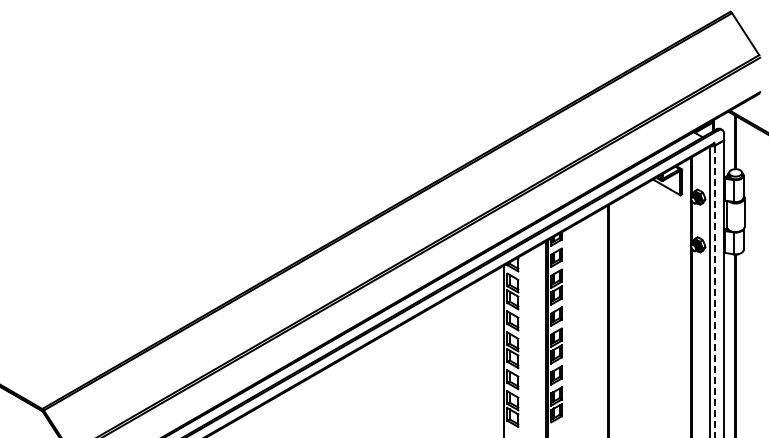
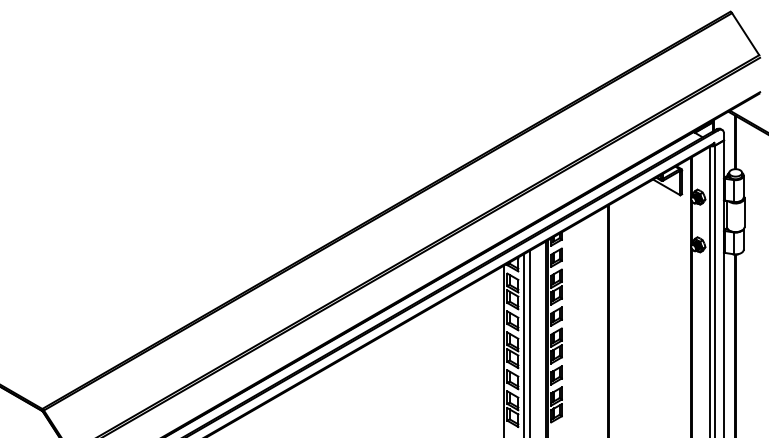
line at (714, 291): dashed -> solid
line at (530, 342): none -> present
line at (524, 343): none -> present
